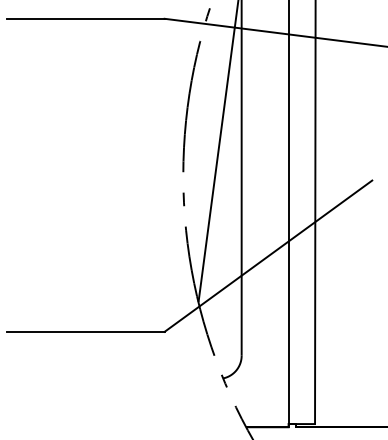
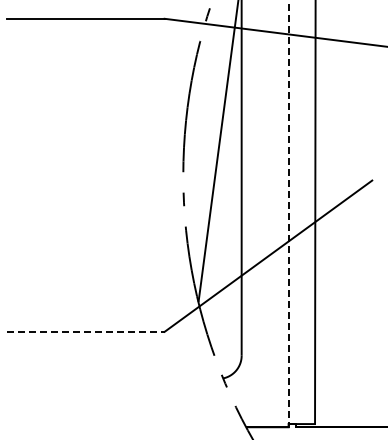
line at (289, 212): solid -> dashed
line at (85, 331): solid -> dashed
